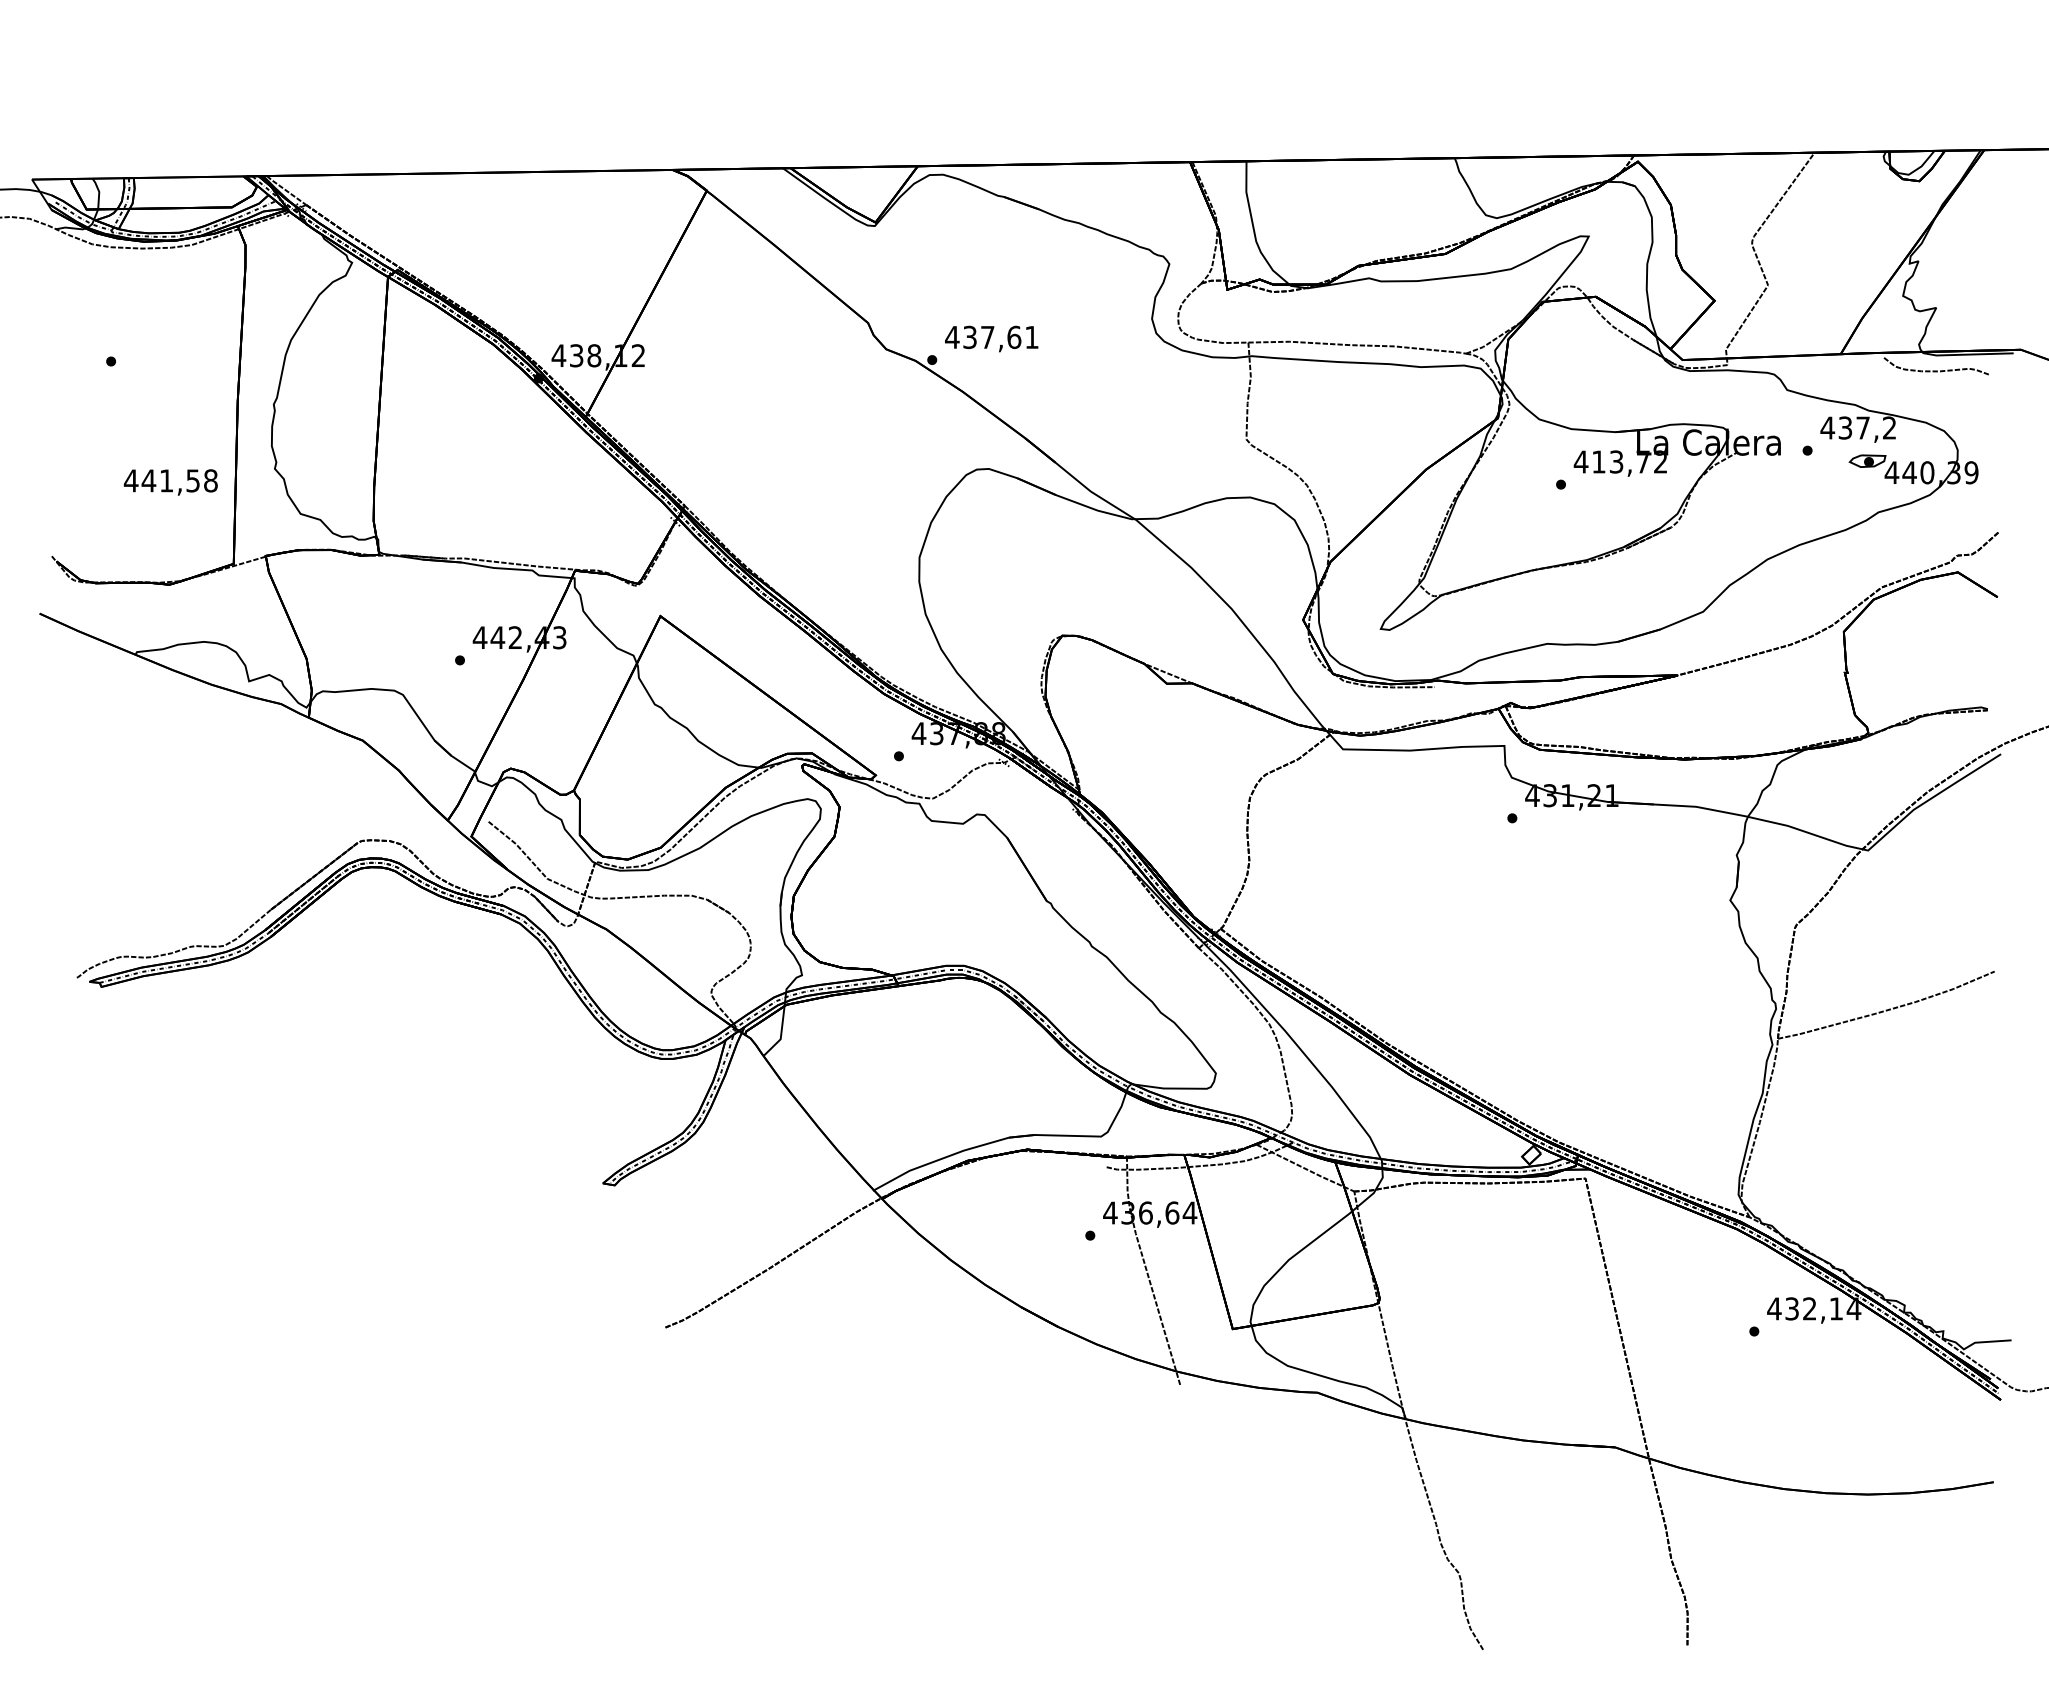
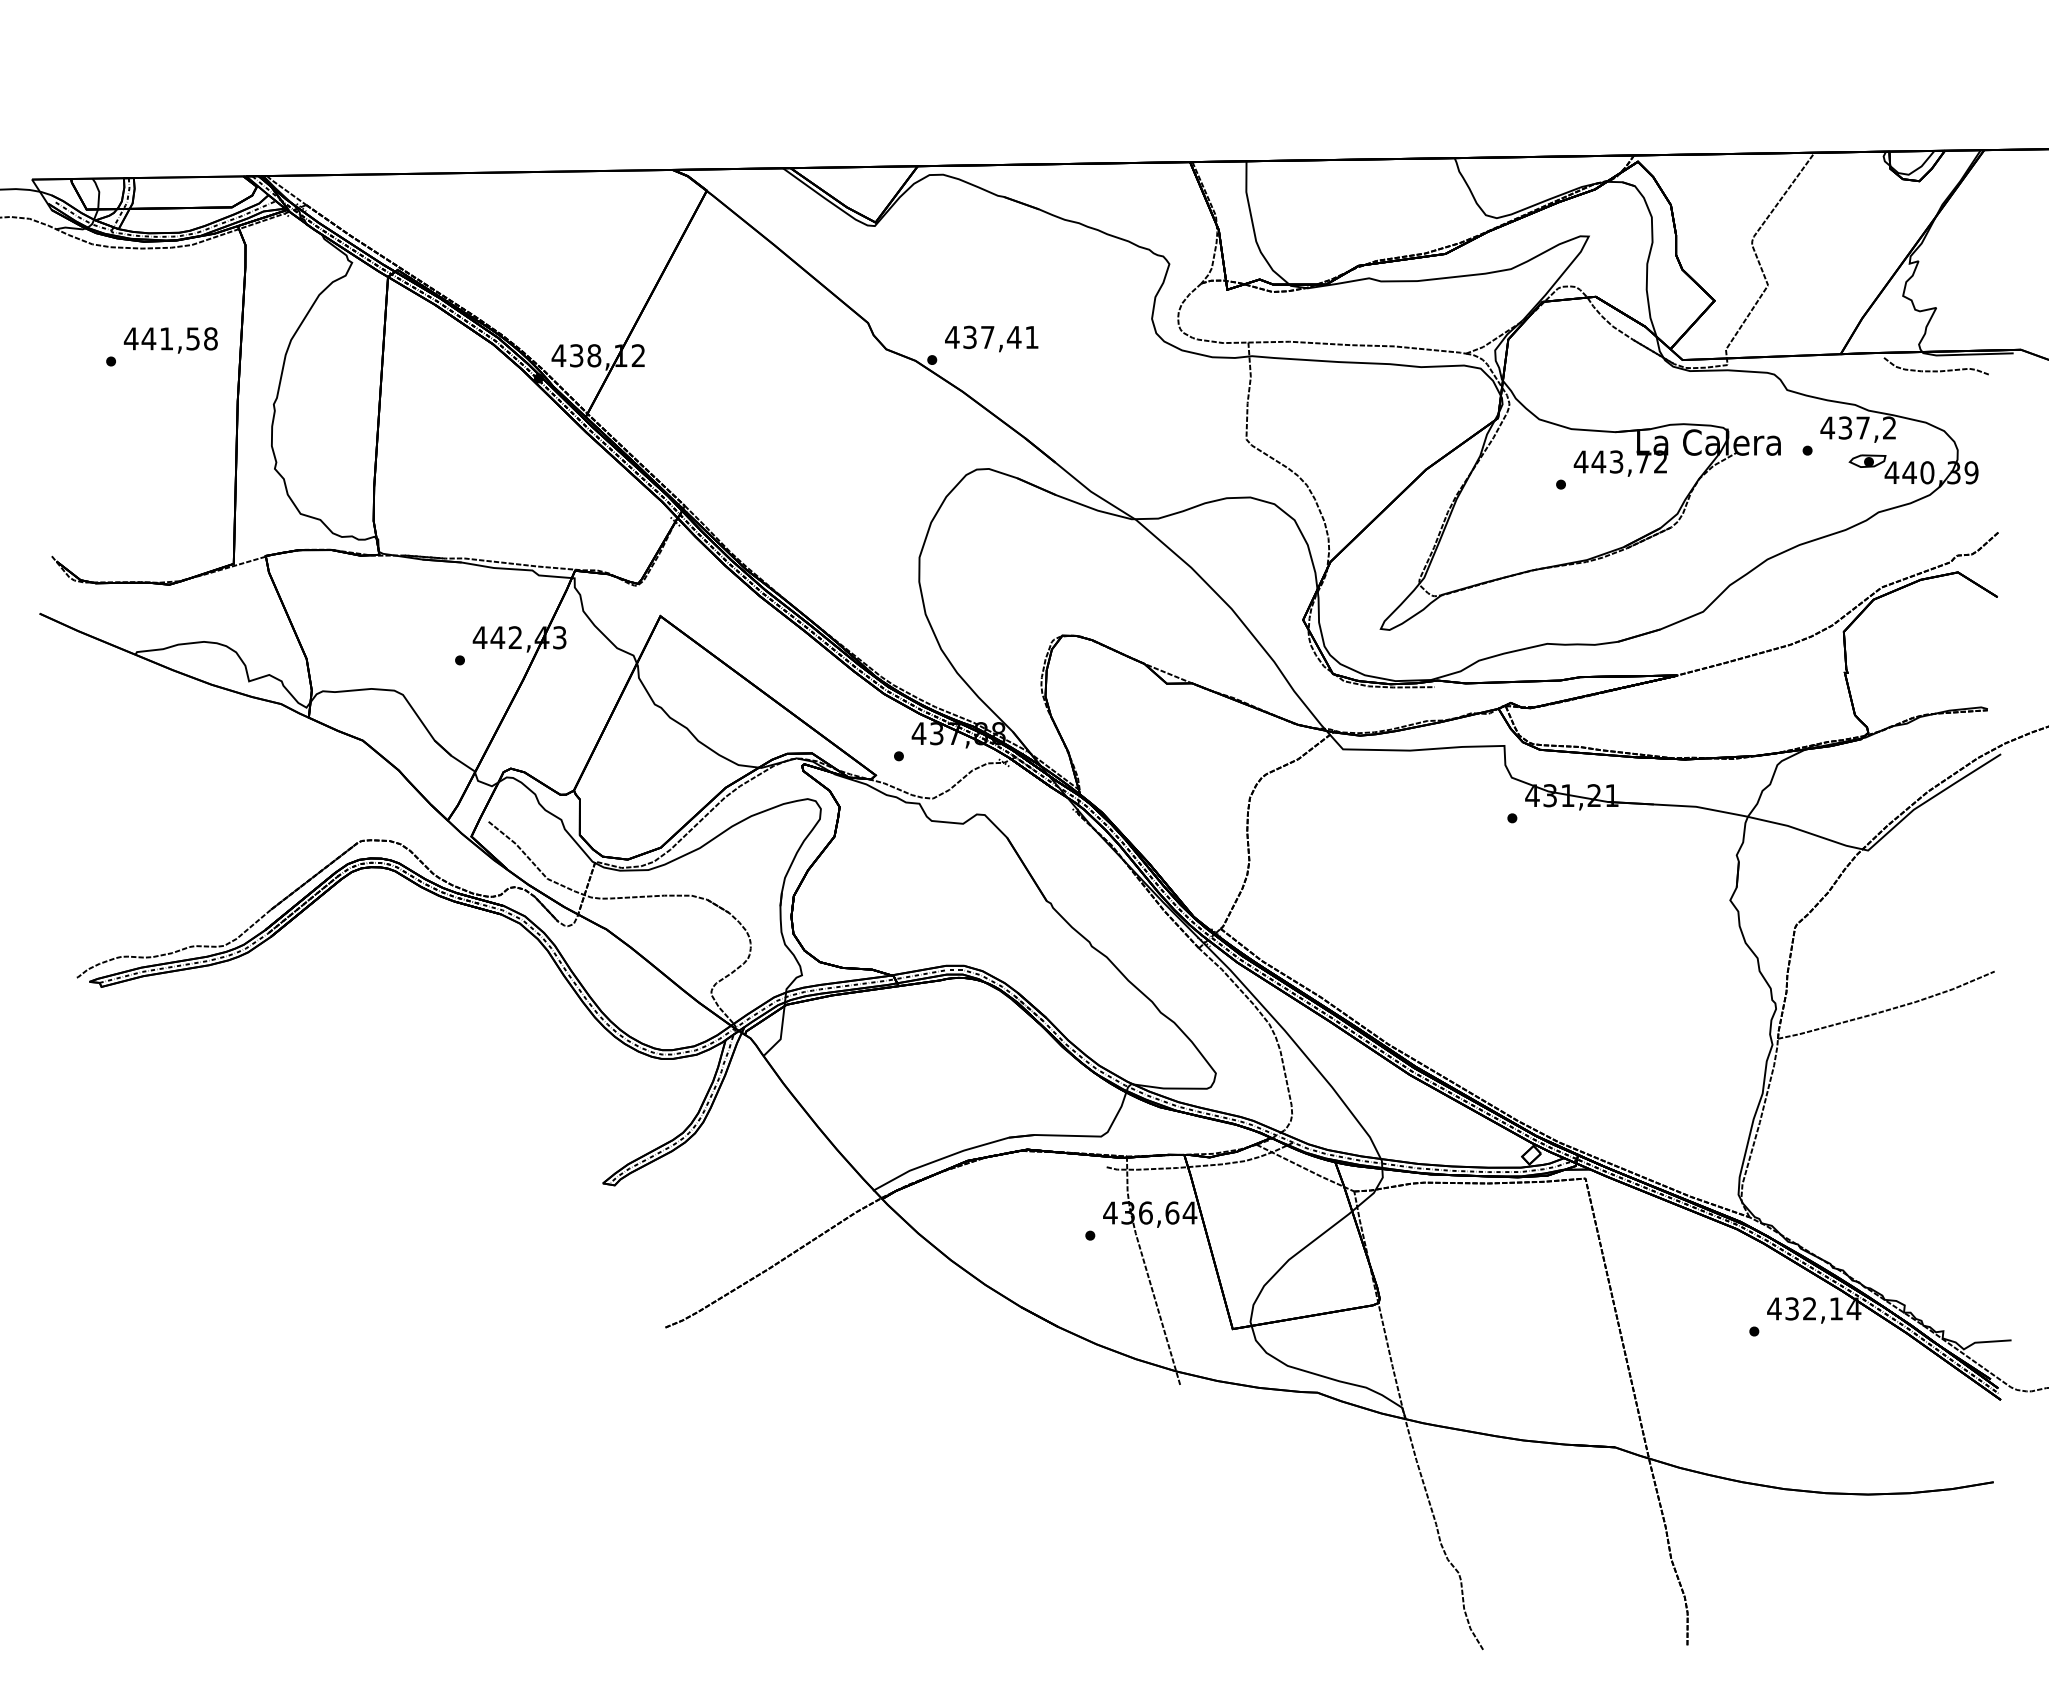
text at (1013, 337): 437,61 -> 437,41
text at (1598, 461): 413,72 -> 443,72
text at (170, 482) position: (170, 482) -> (170, 340)
